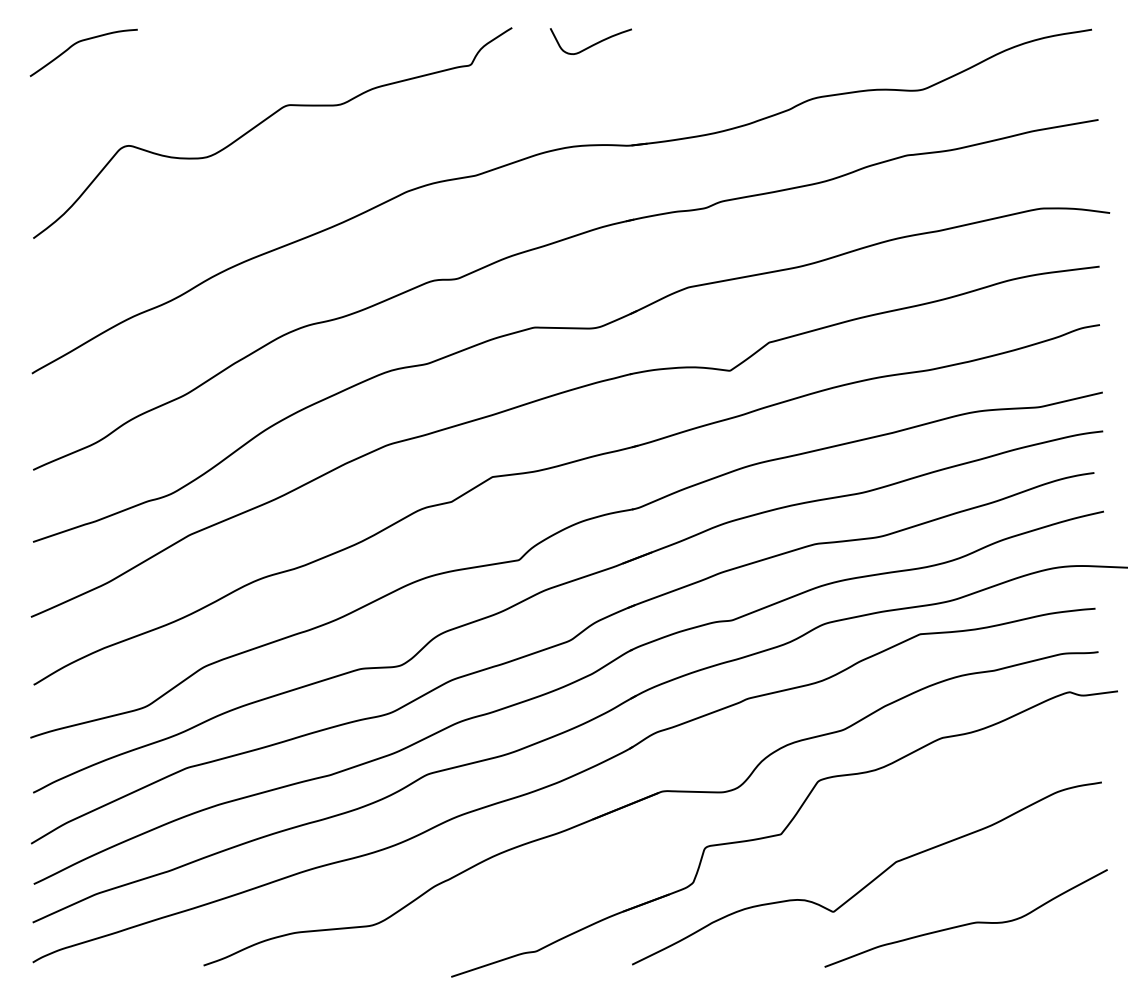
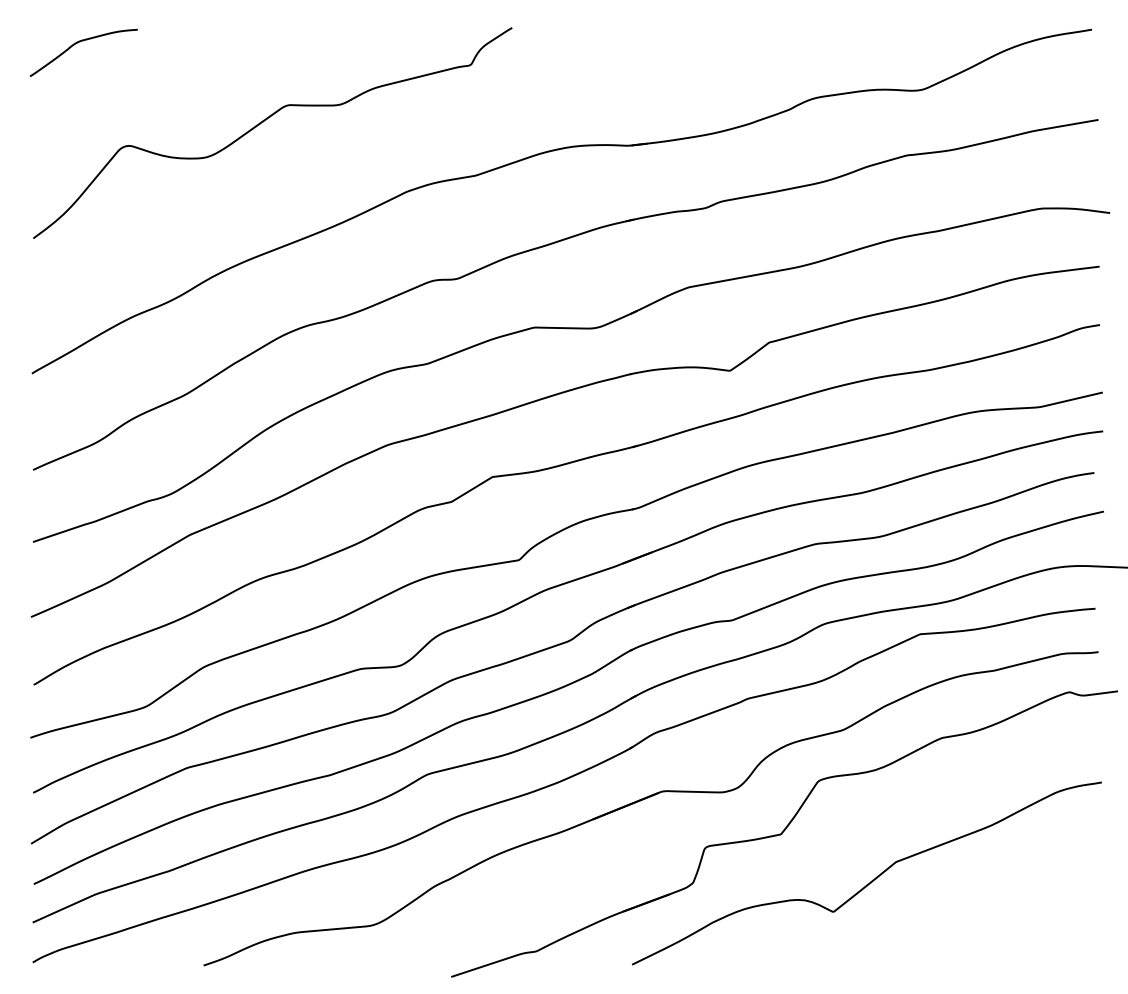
curve at (592, 44): present -> none
curve at (965, 923): present -> none
